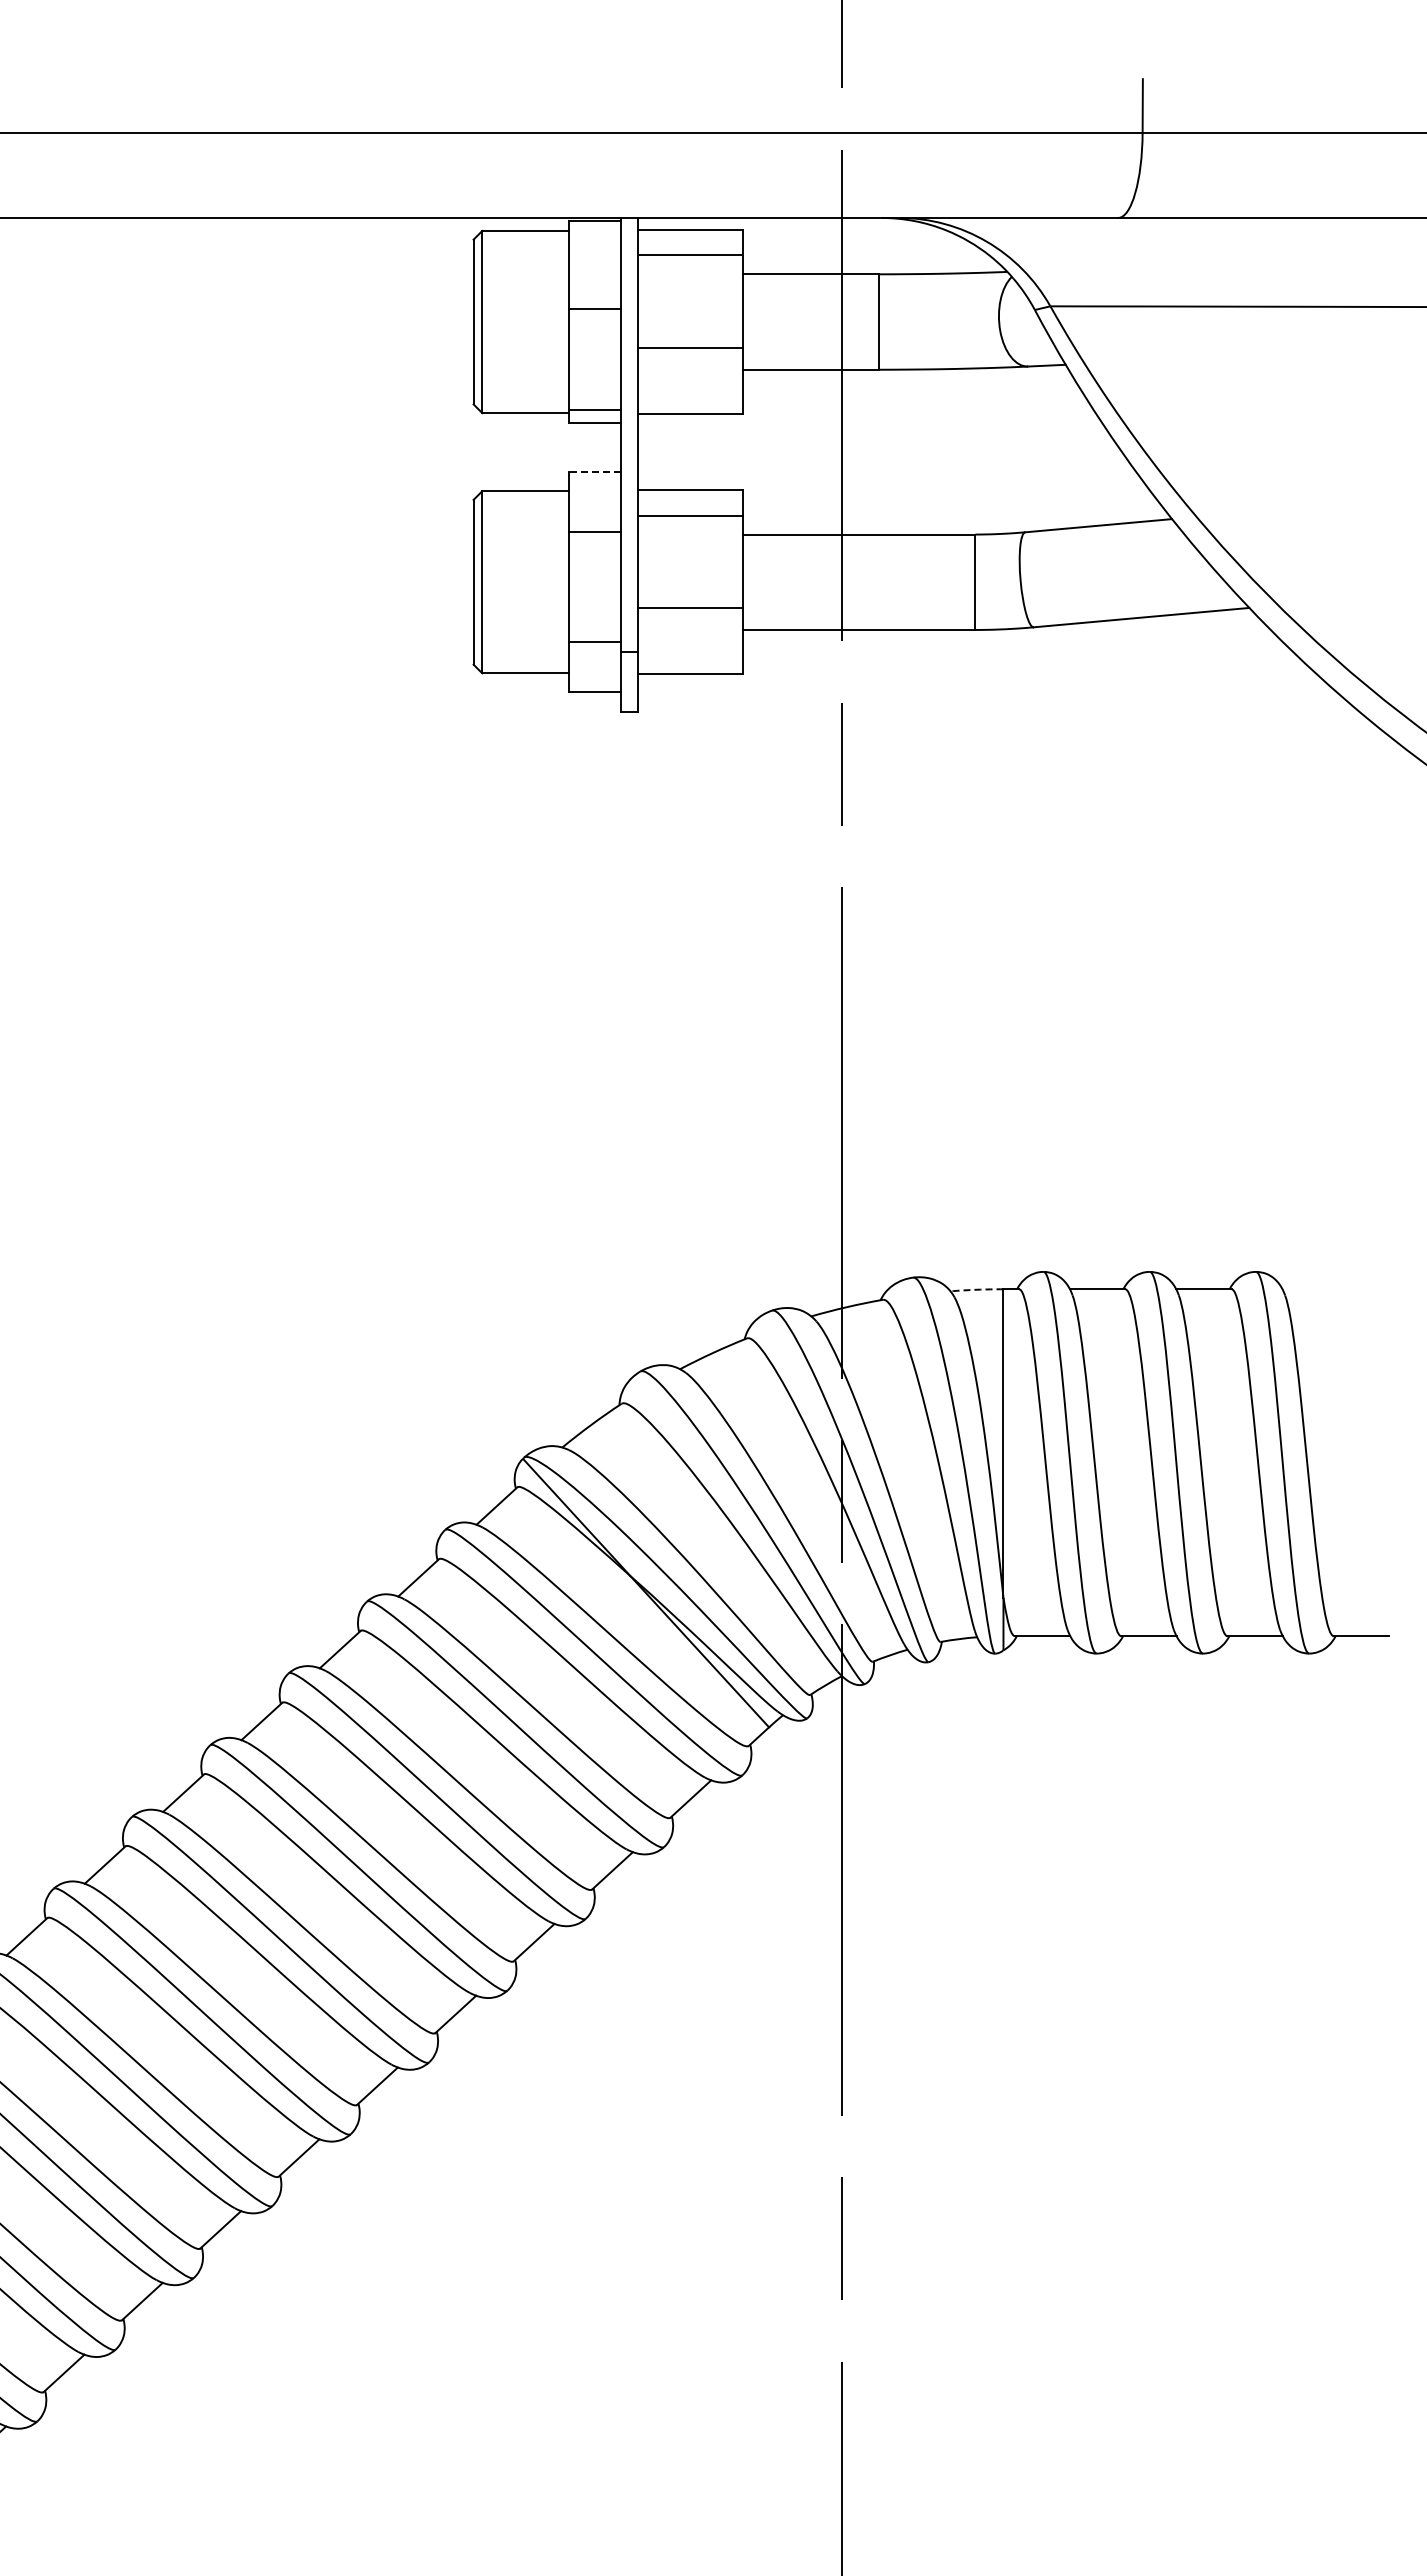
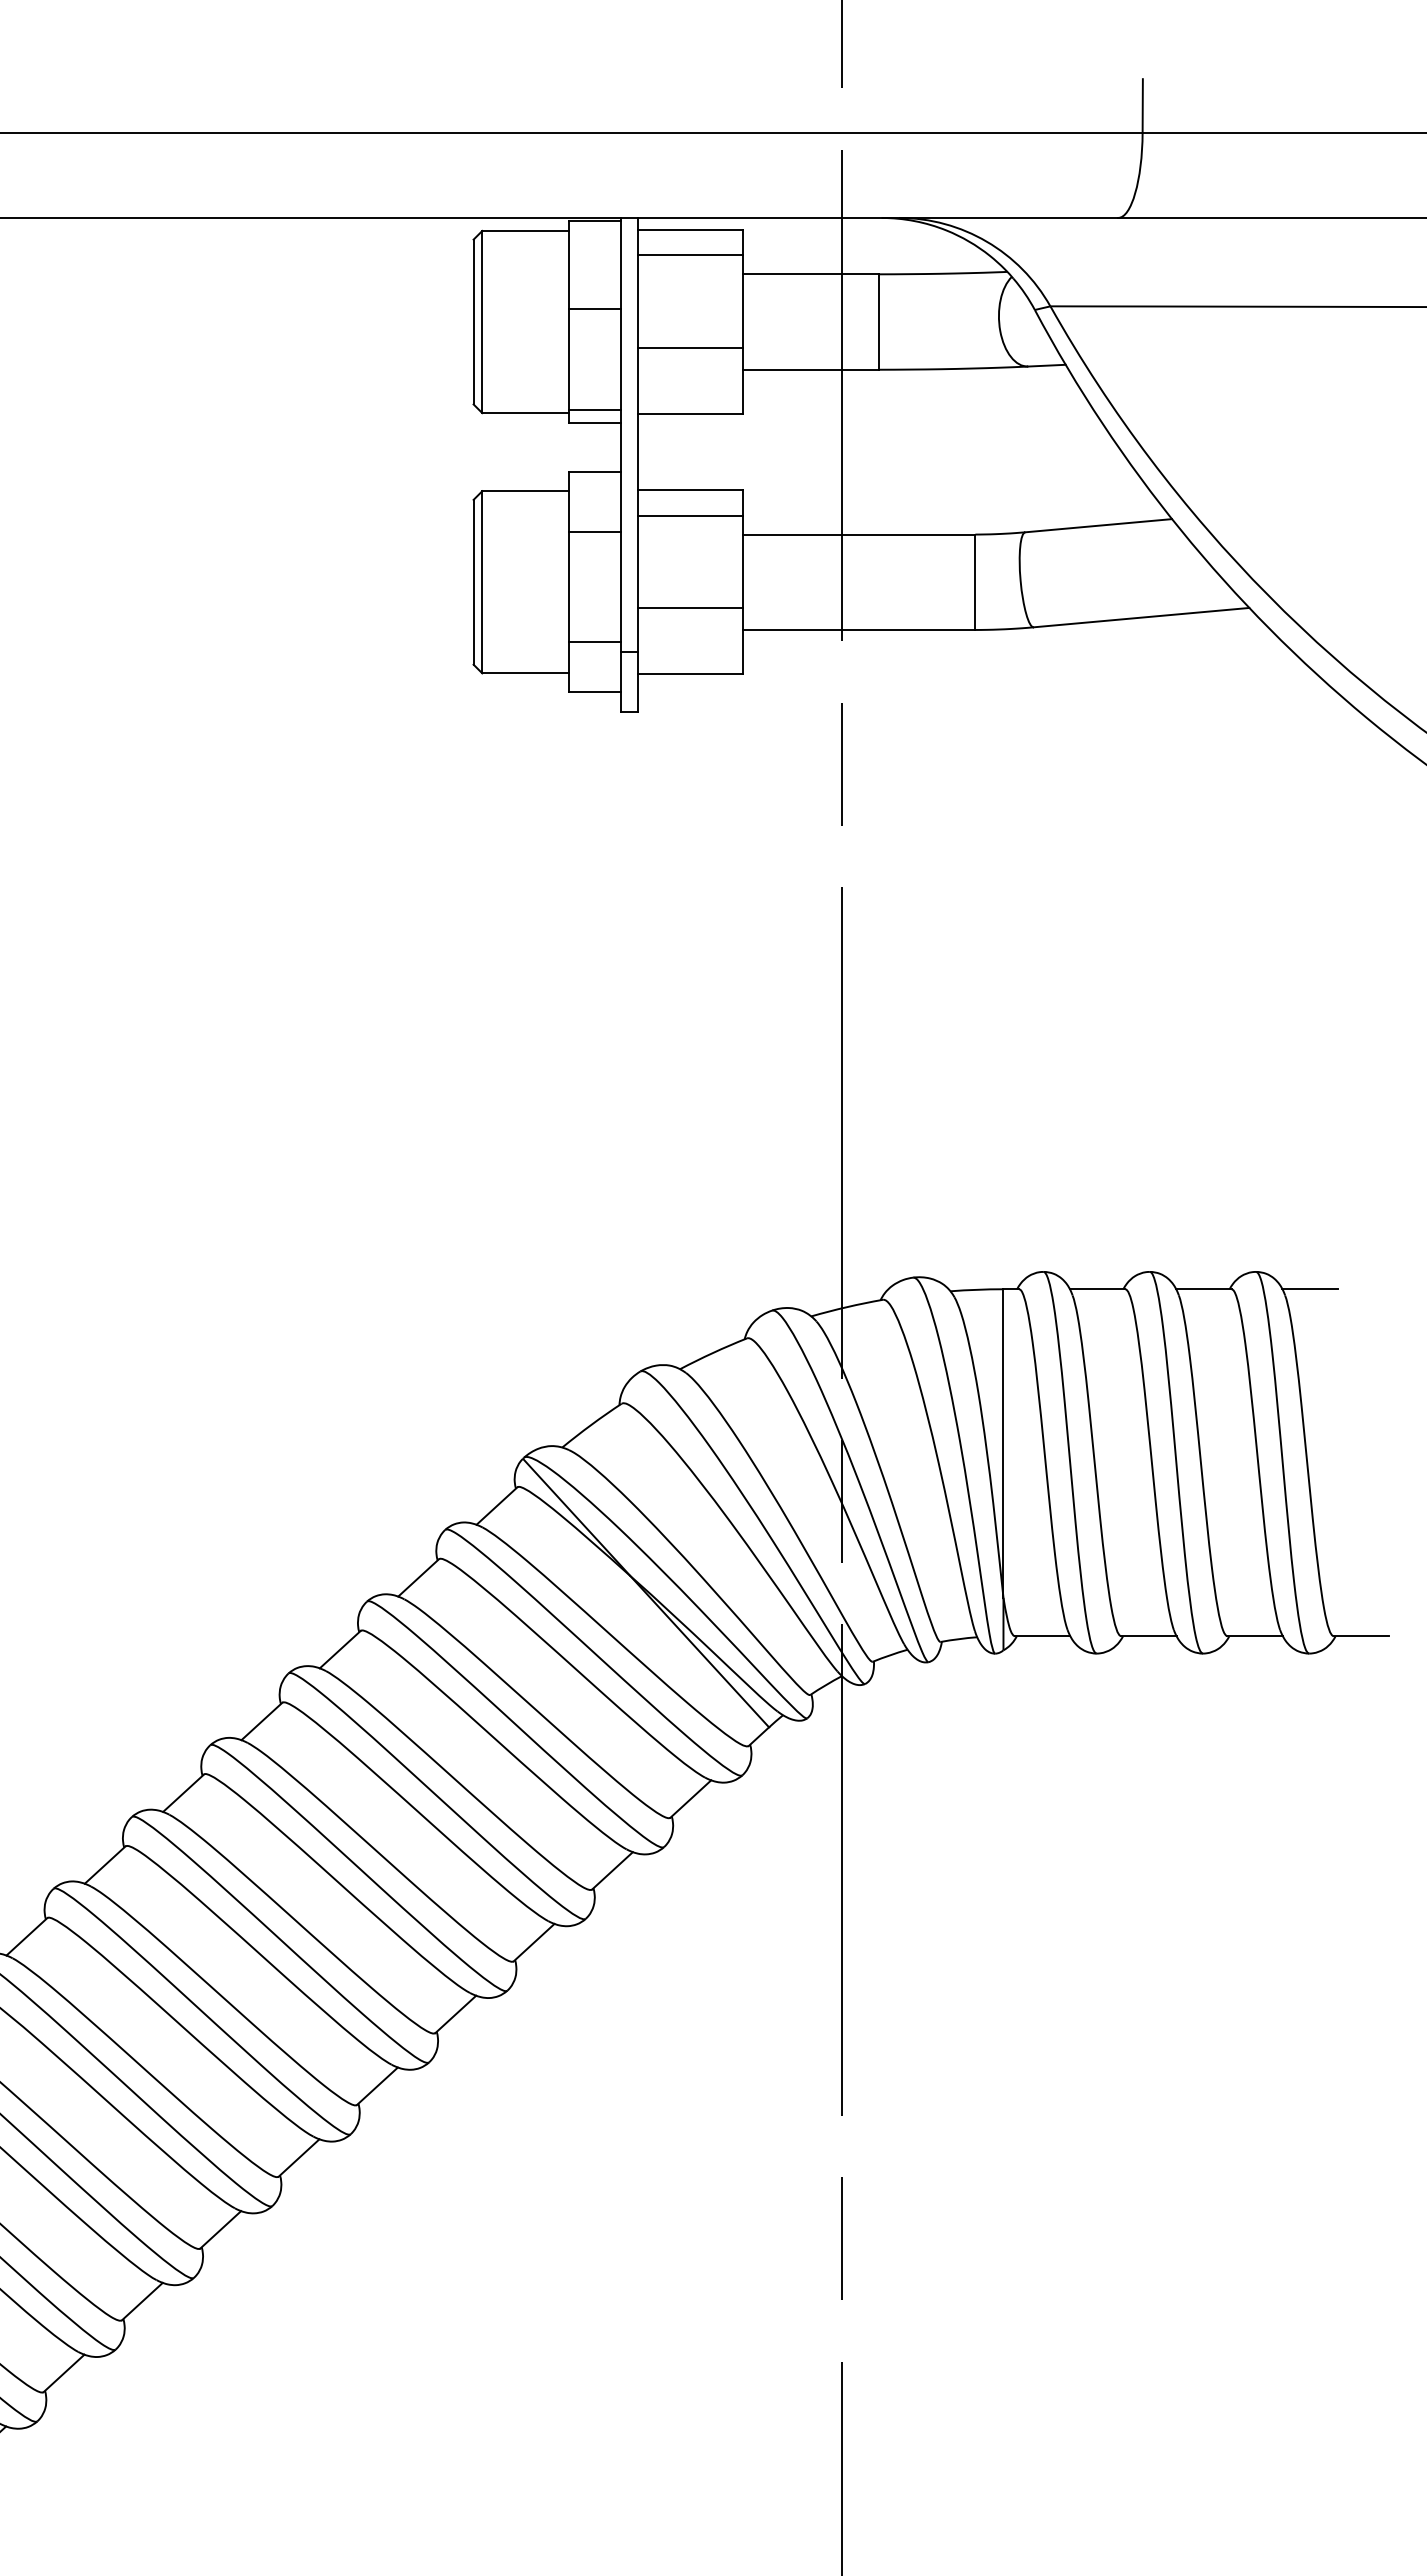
line at (594, 472): dashed -> solid
arc at (976, 1289): dashed -> solid
line at (1309, 1289): none -> present
